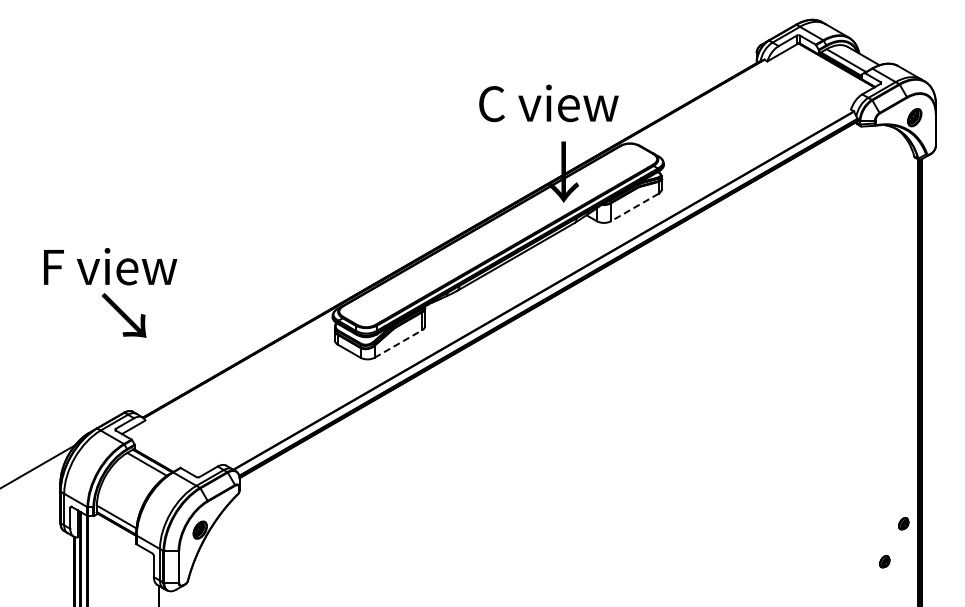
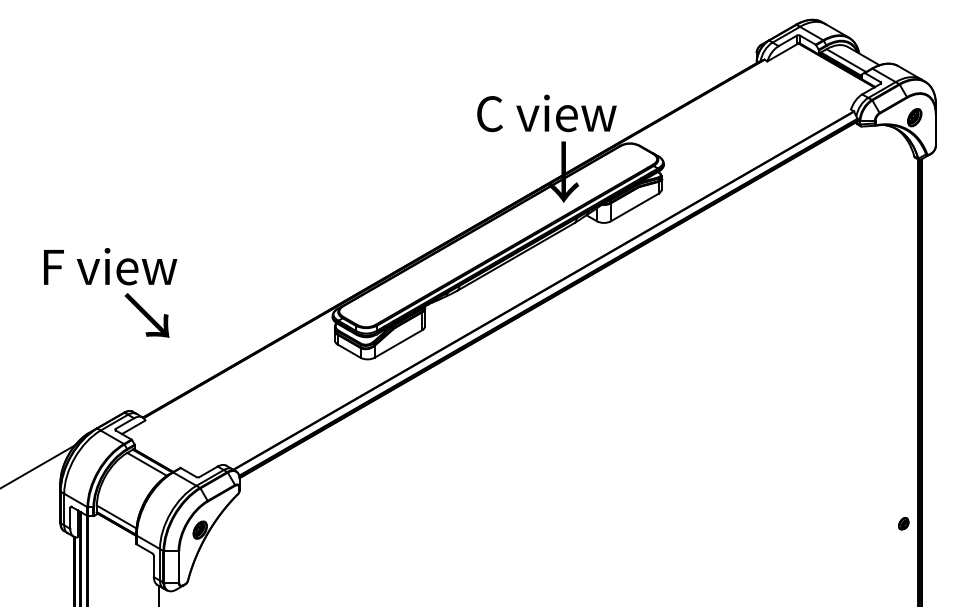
text at (548, 103) position: (548, 103) -> (546, 113)
line at (634, 207): dashed -> solid
text at (123, 315) position: (123, 315) -> (146, 315)
line at (398, 343): dashed -> solid
part at (884, 561): present -> none
